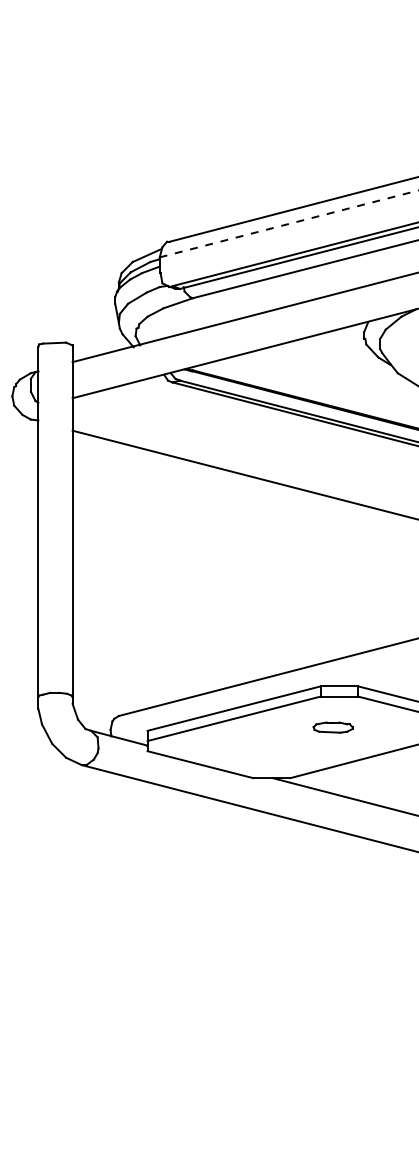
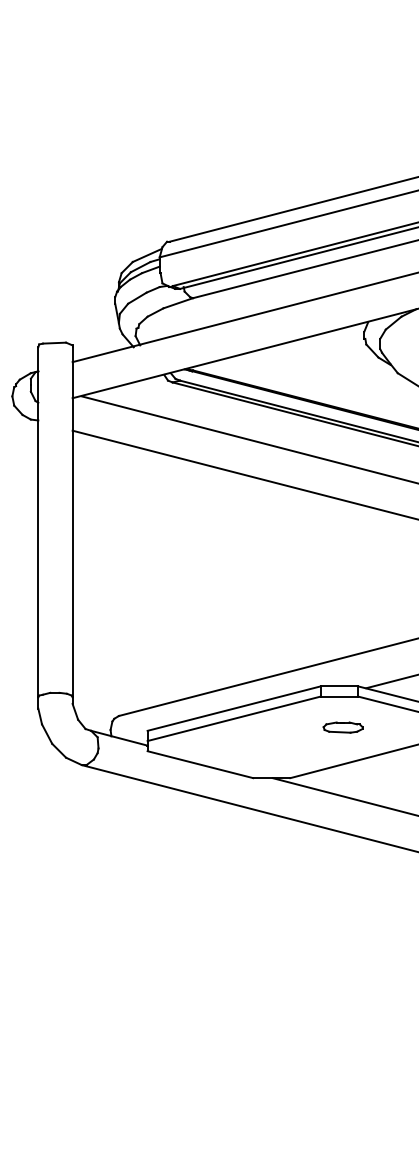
line at (289, 223): dashed -> solid
line at (248, 439): none -> present
line at (390, 681): none -> present
part at (332, 727) position: (332, 727) -> (342, 727)
